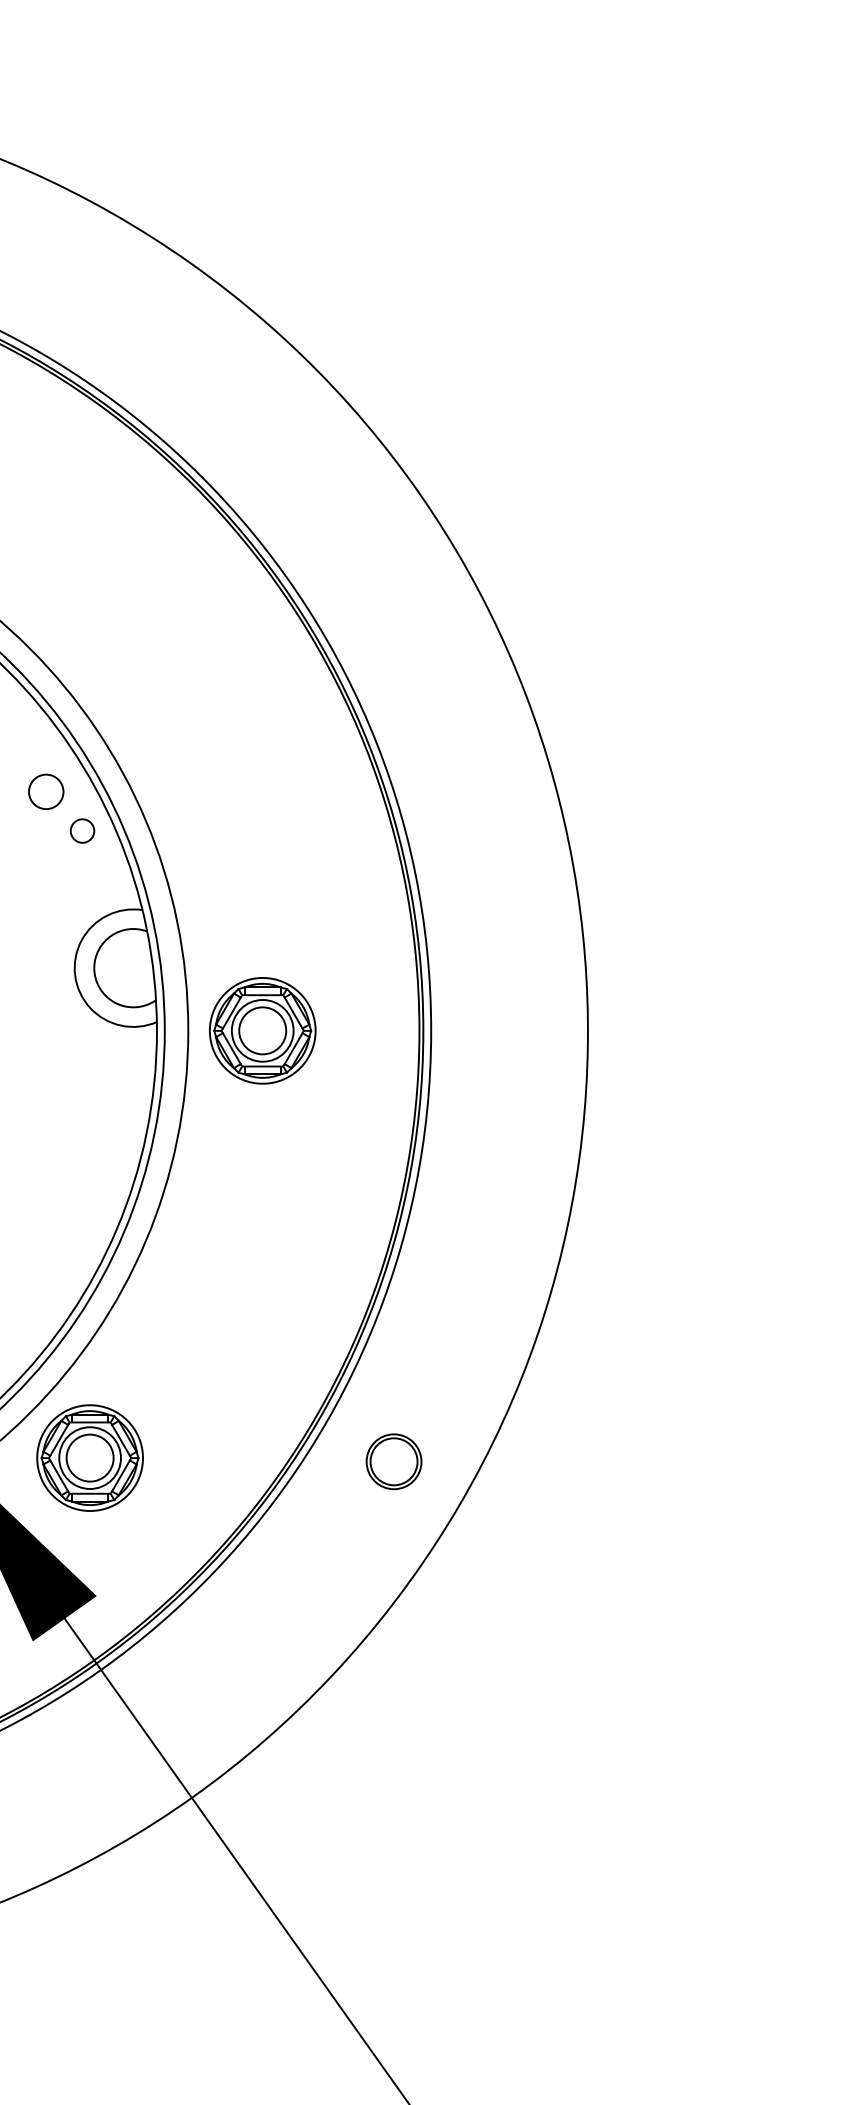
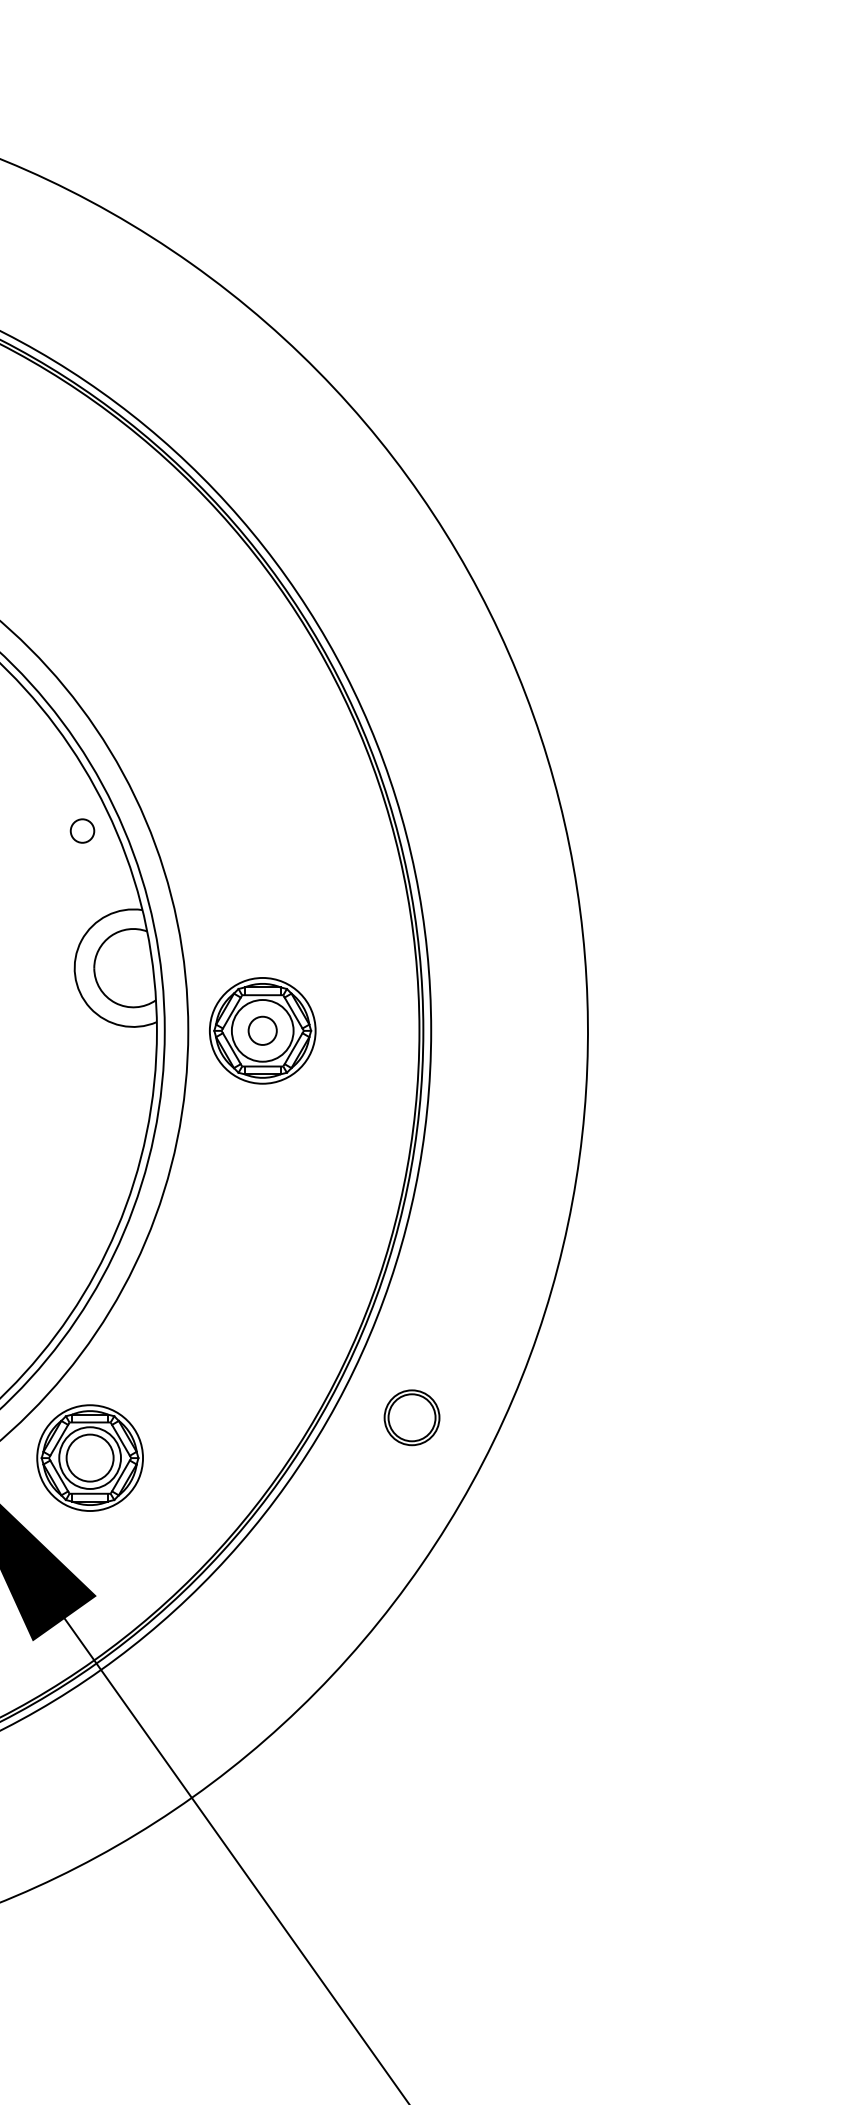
circle at (46, 791): present -> none
circle at (262, 1030) diameter: 47 px -> 28 px
part at (393, 1461) position: (393, 1461) -> (411, 1417)
